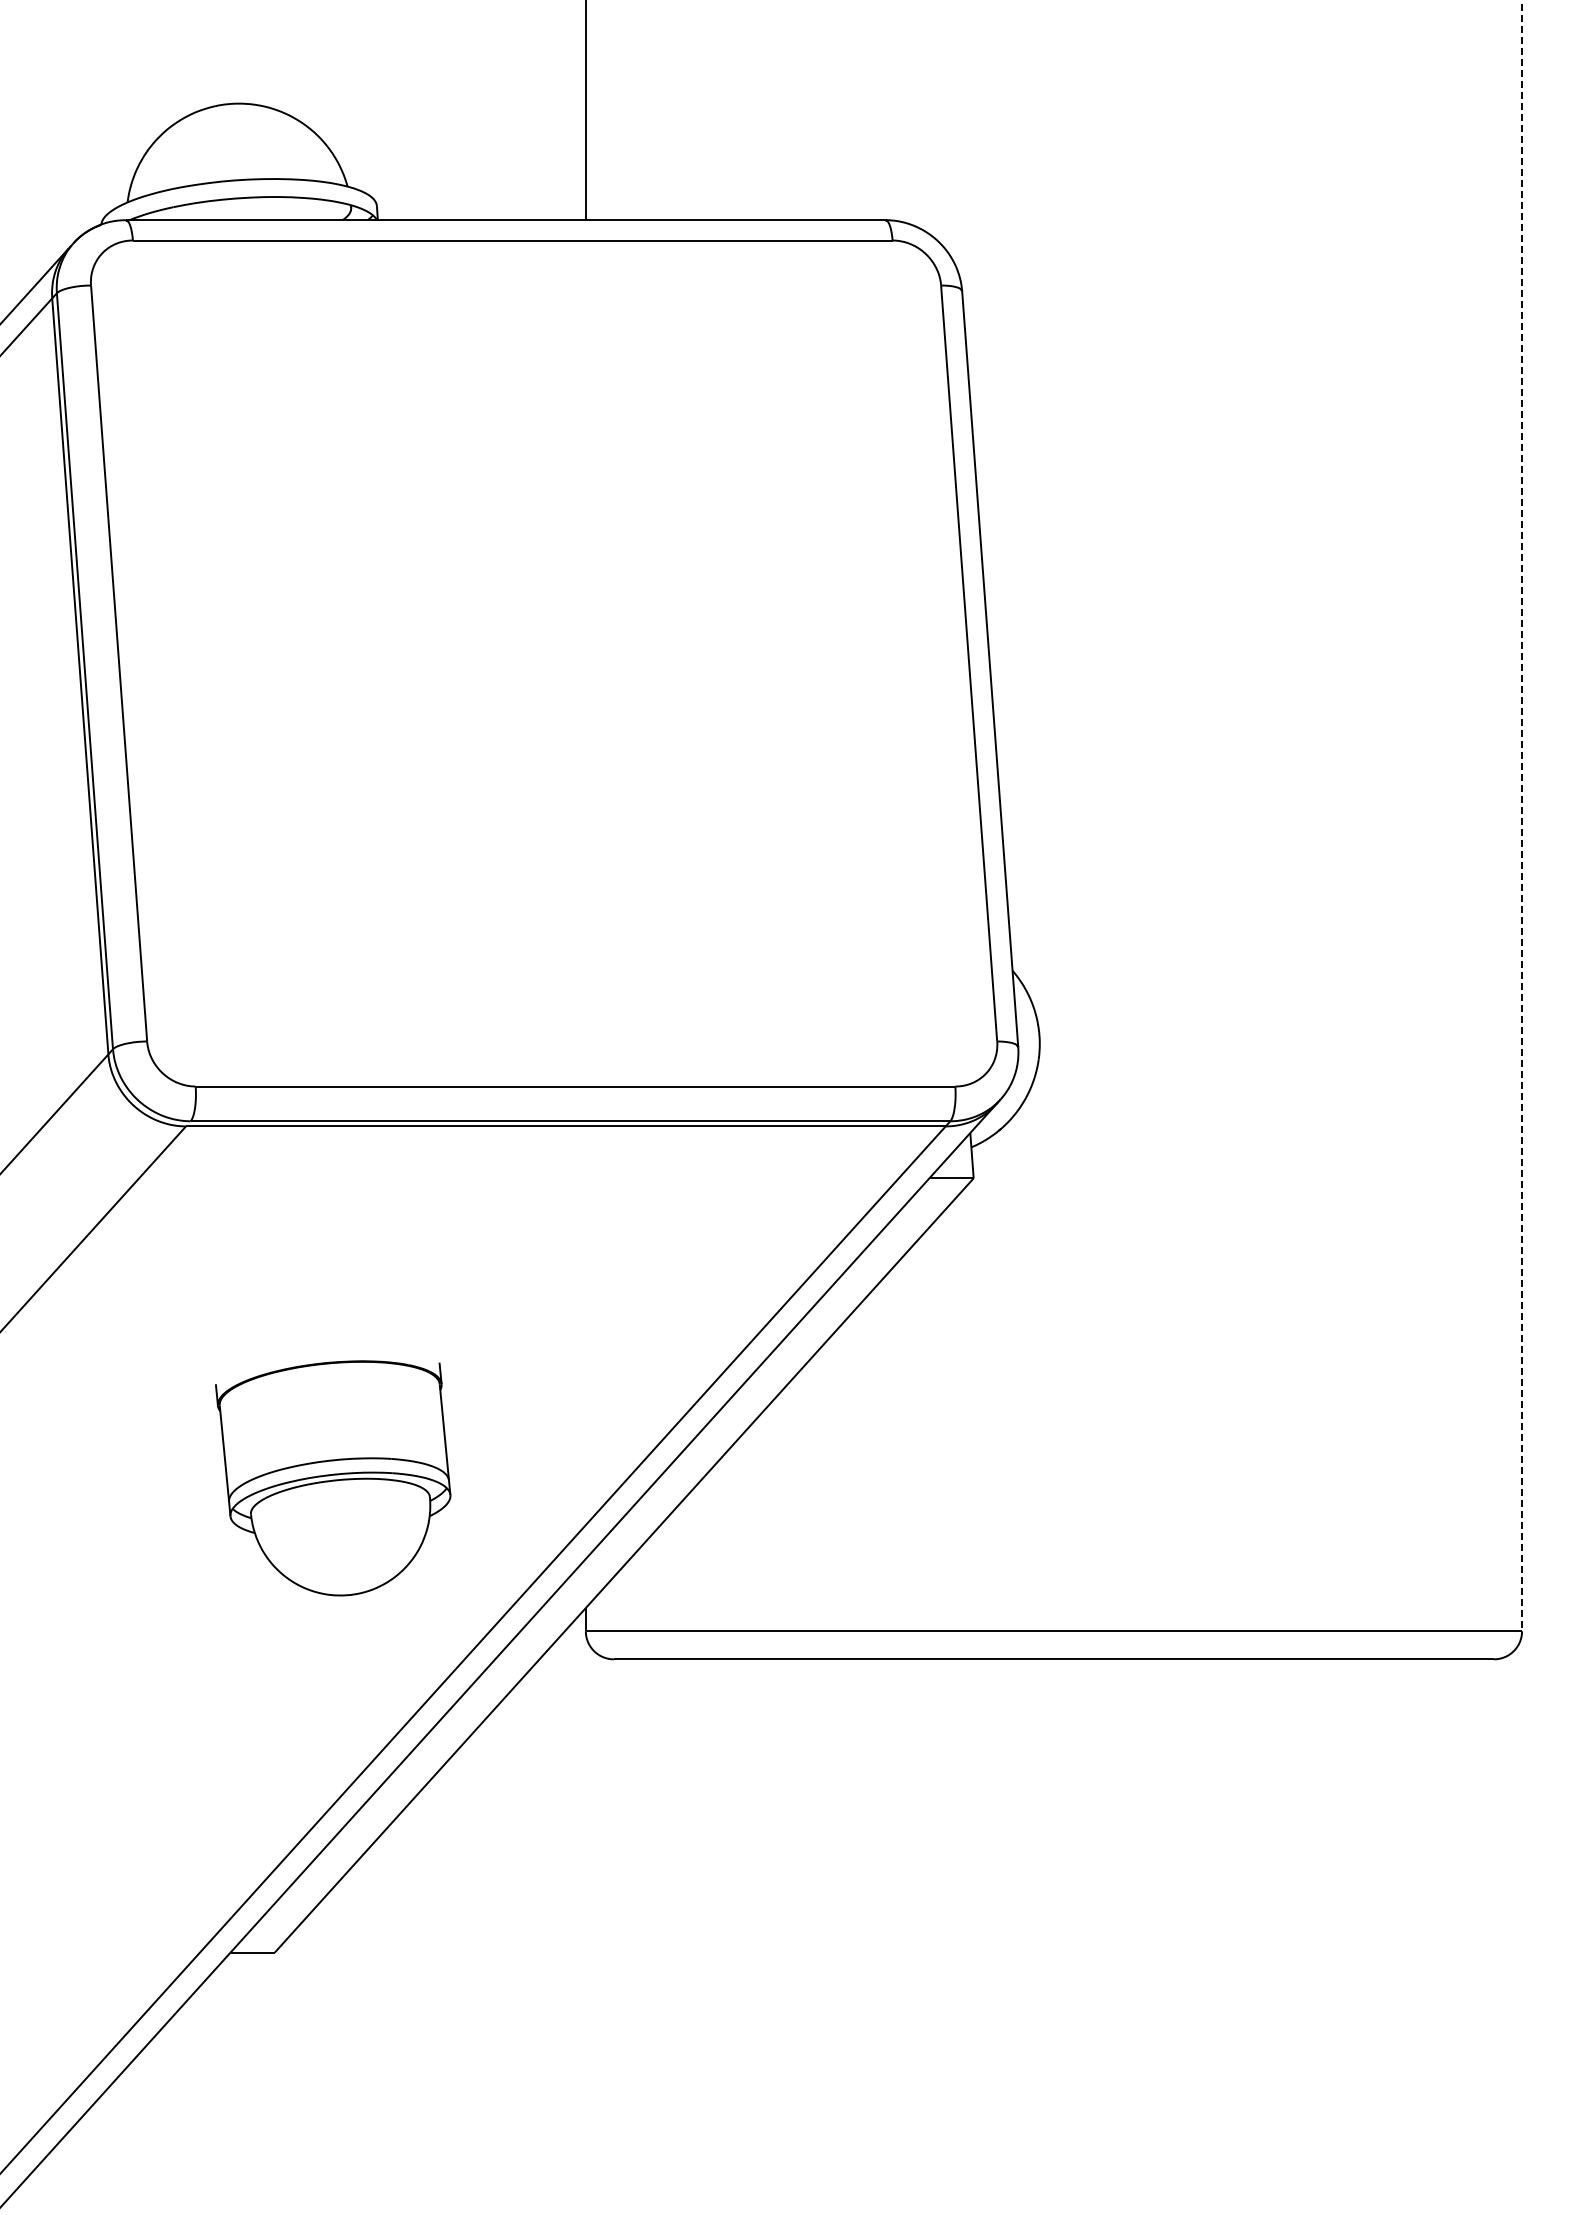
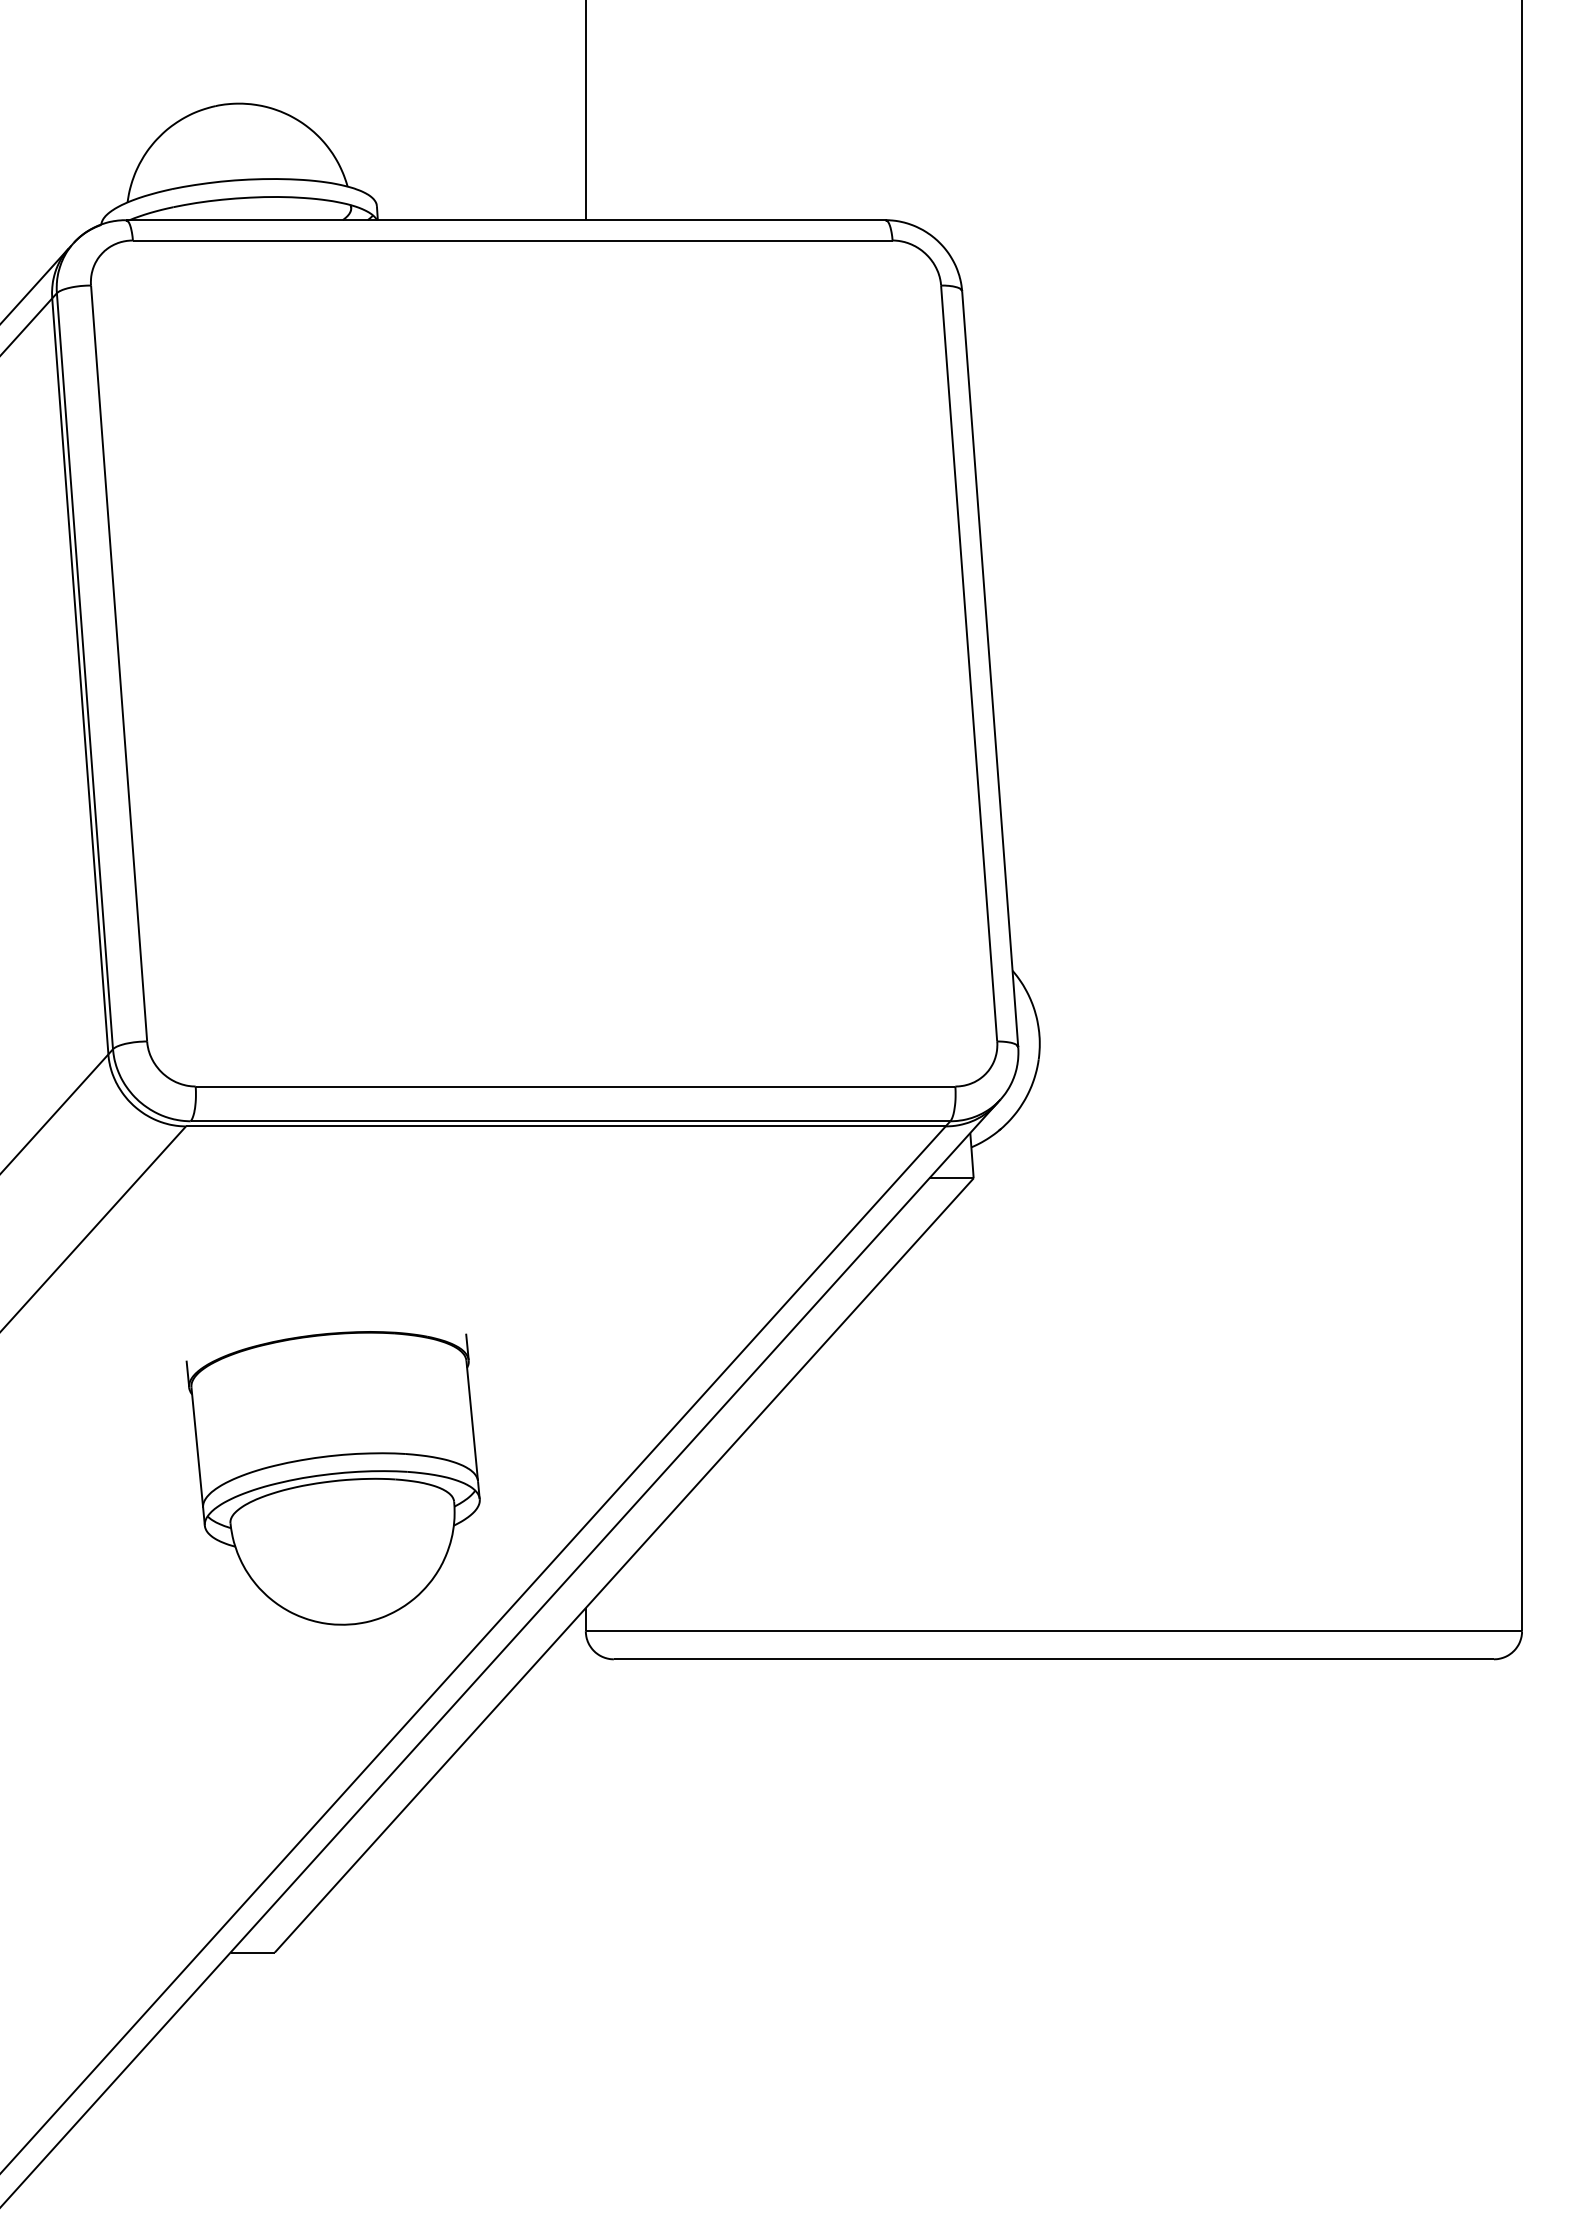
line at (1522, 816): dashed -> solid
part at (333, 1478) size: 237x237 px -> 296x295 px
